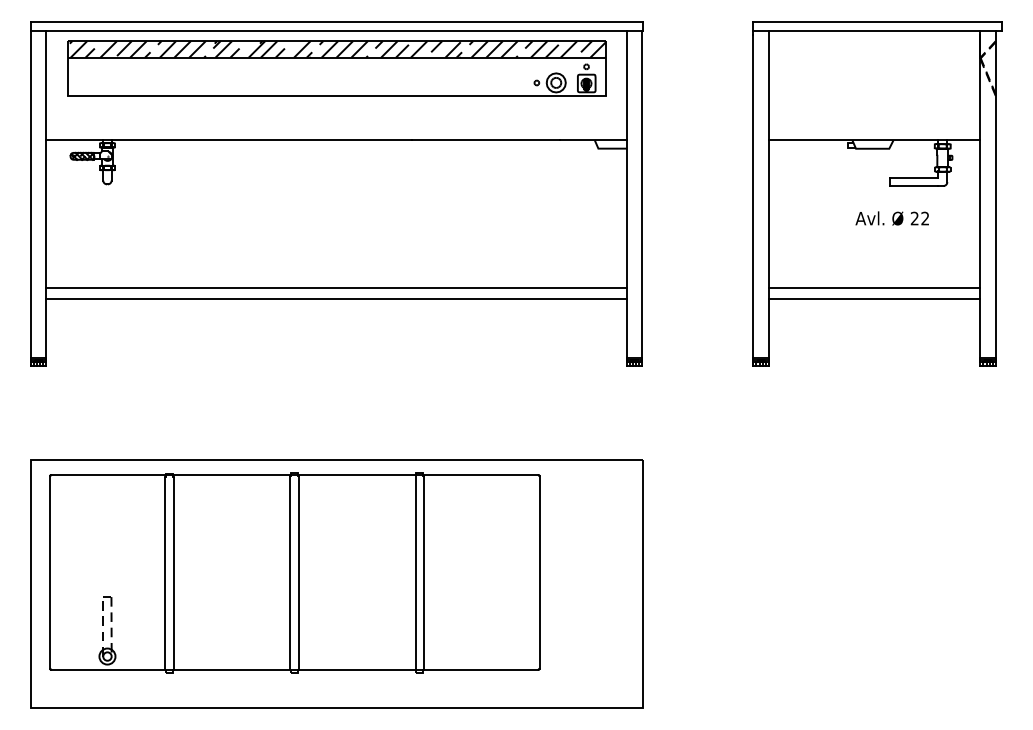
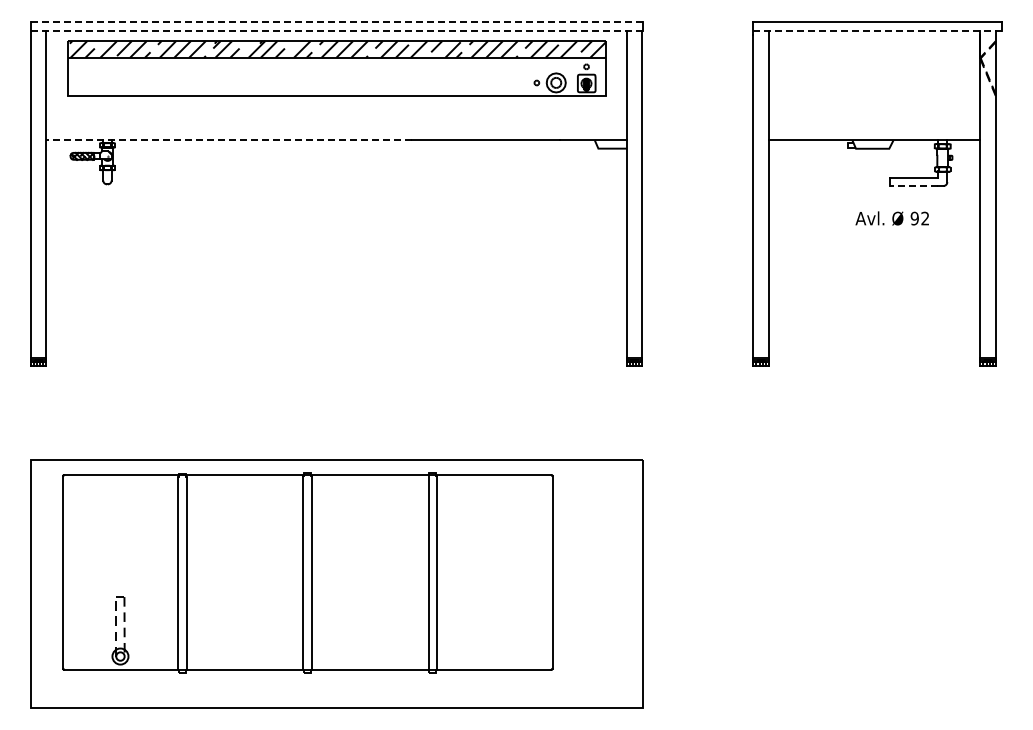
line at (336, 21): solid -> dashed
line at (336, 31): solid -> dashed
line at (878, 31): solid -> dashed
line at (228, 140): solid -> dashed
line at (914, 186): solid -> dashed
text at (914, 218): 22 -> 92
line at (336, 287): present -> none
line at (874, 287): present -> none
line at (336, 299): present -> none
line at (874, 299): present -> none
part at (294, 572) position: (294, 572) -> (307, 572)
